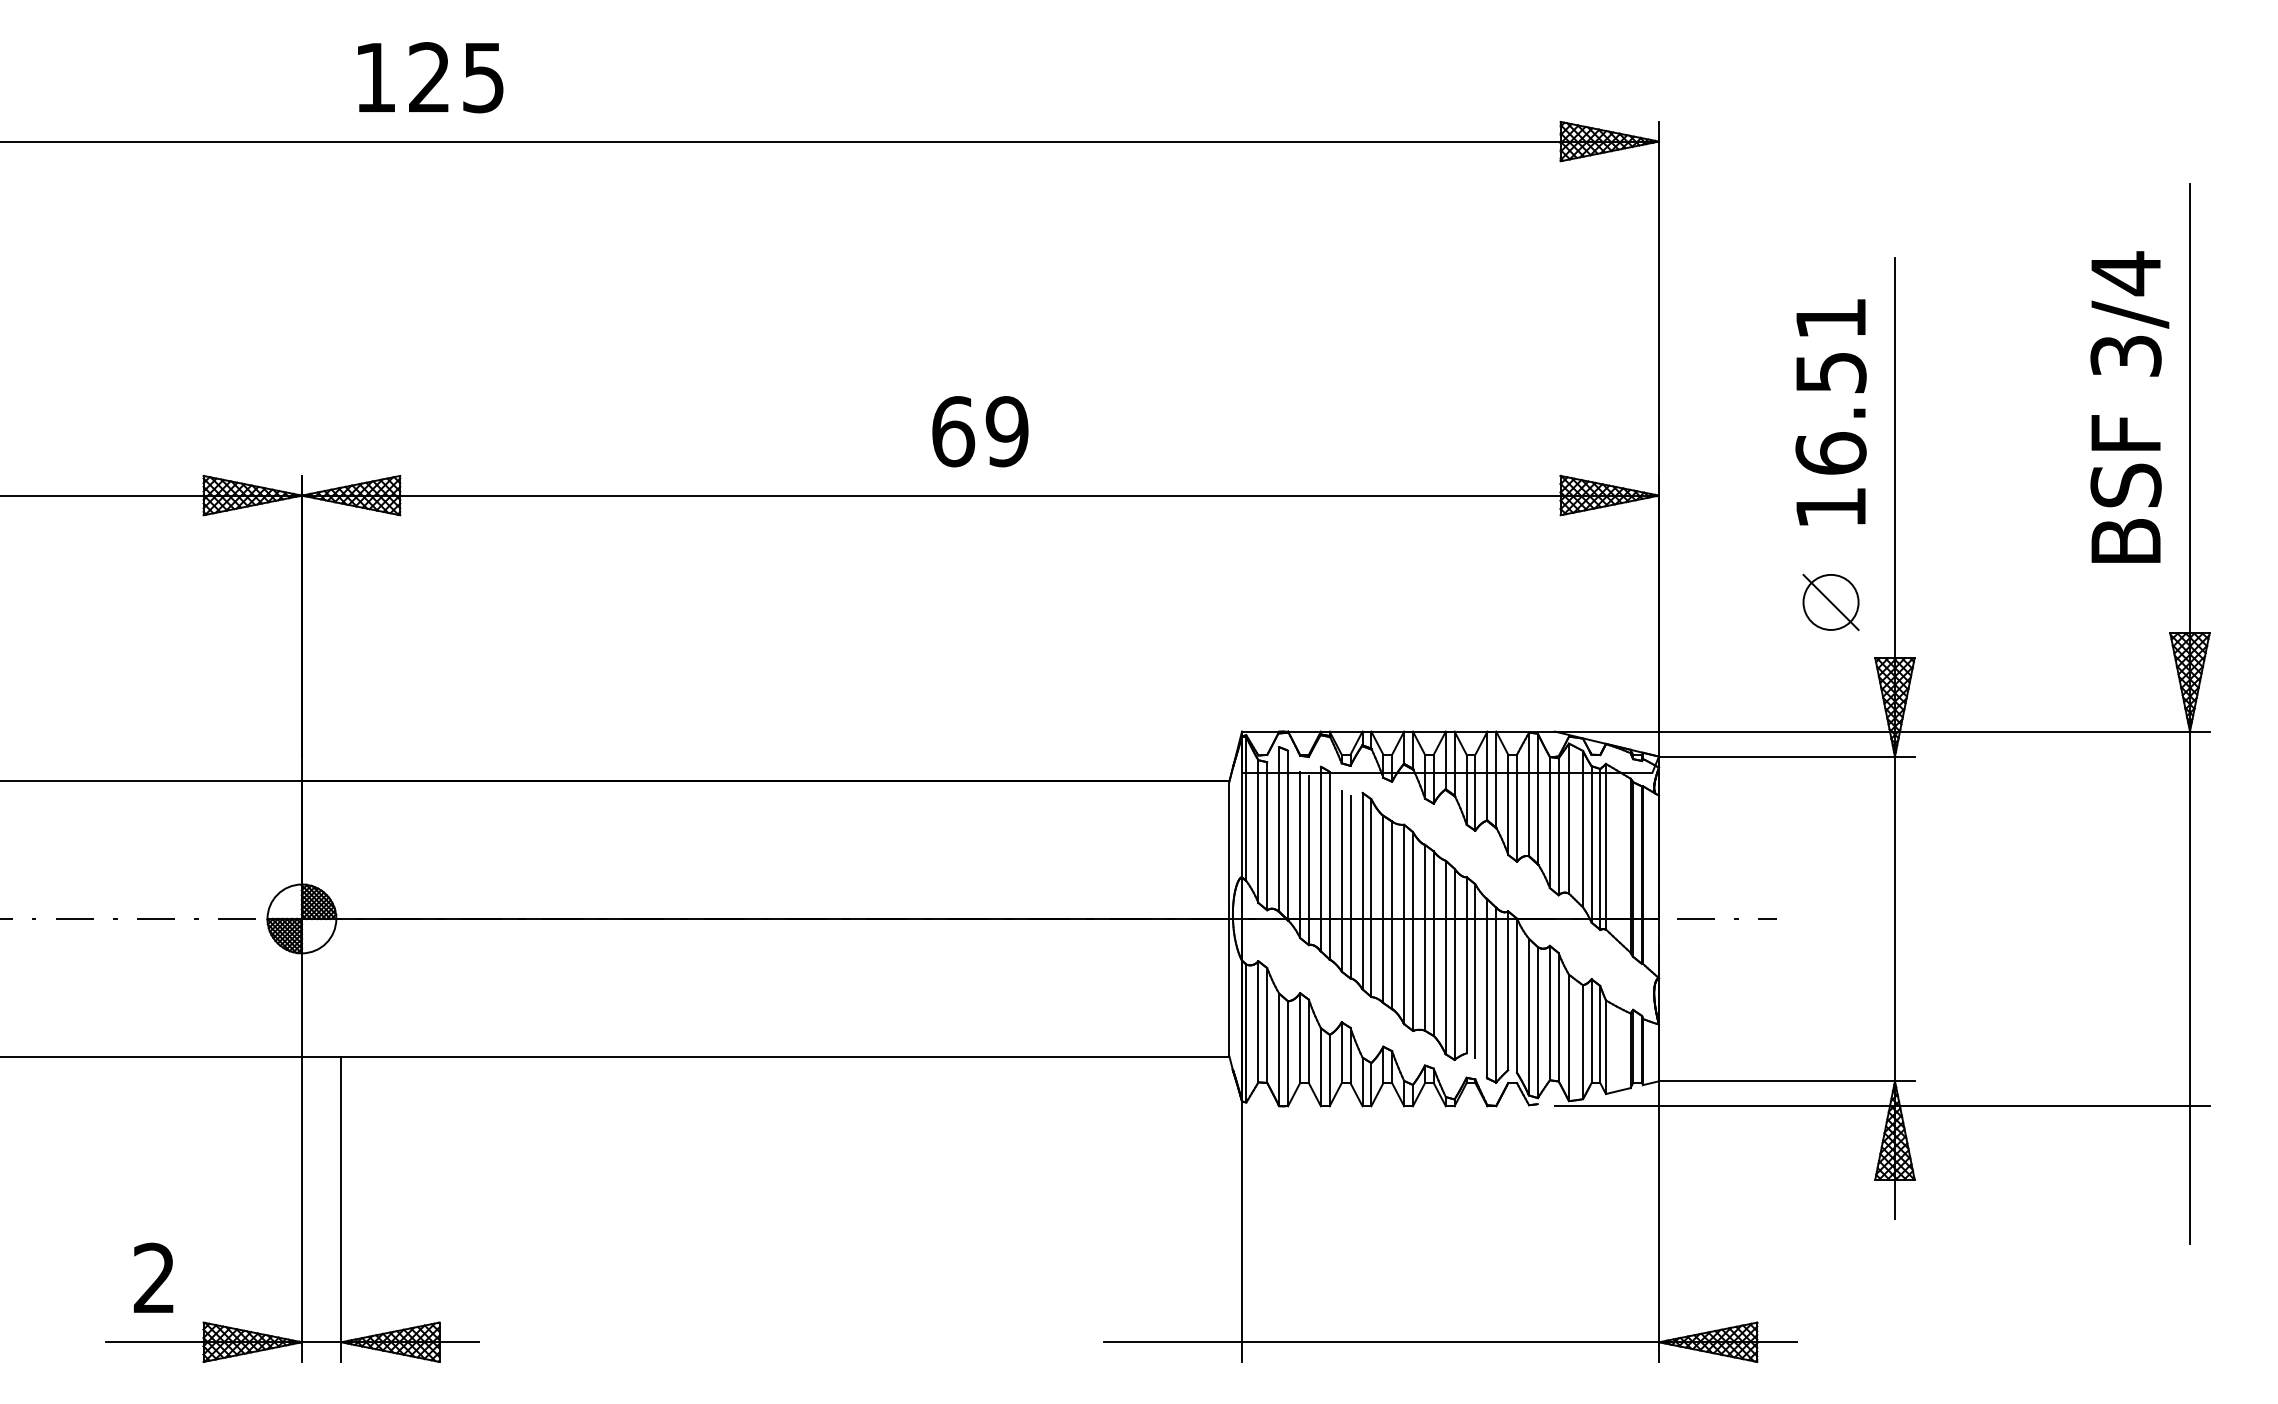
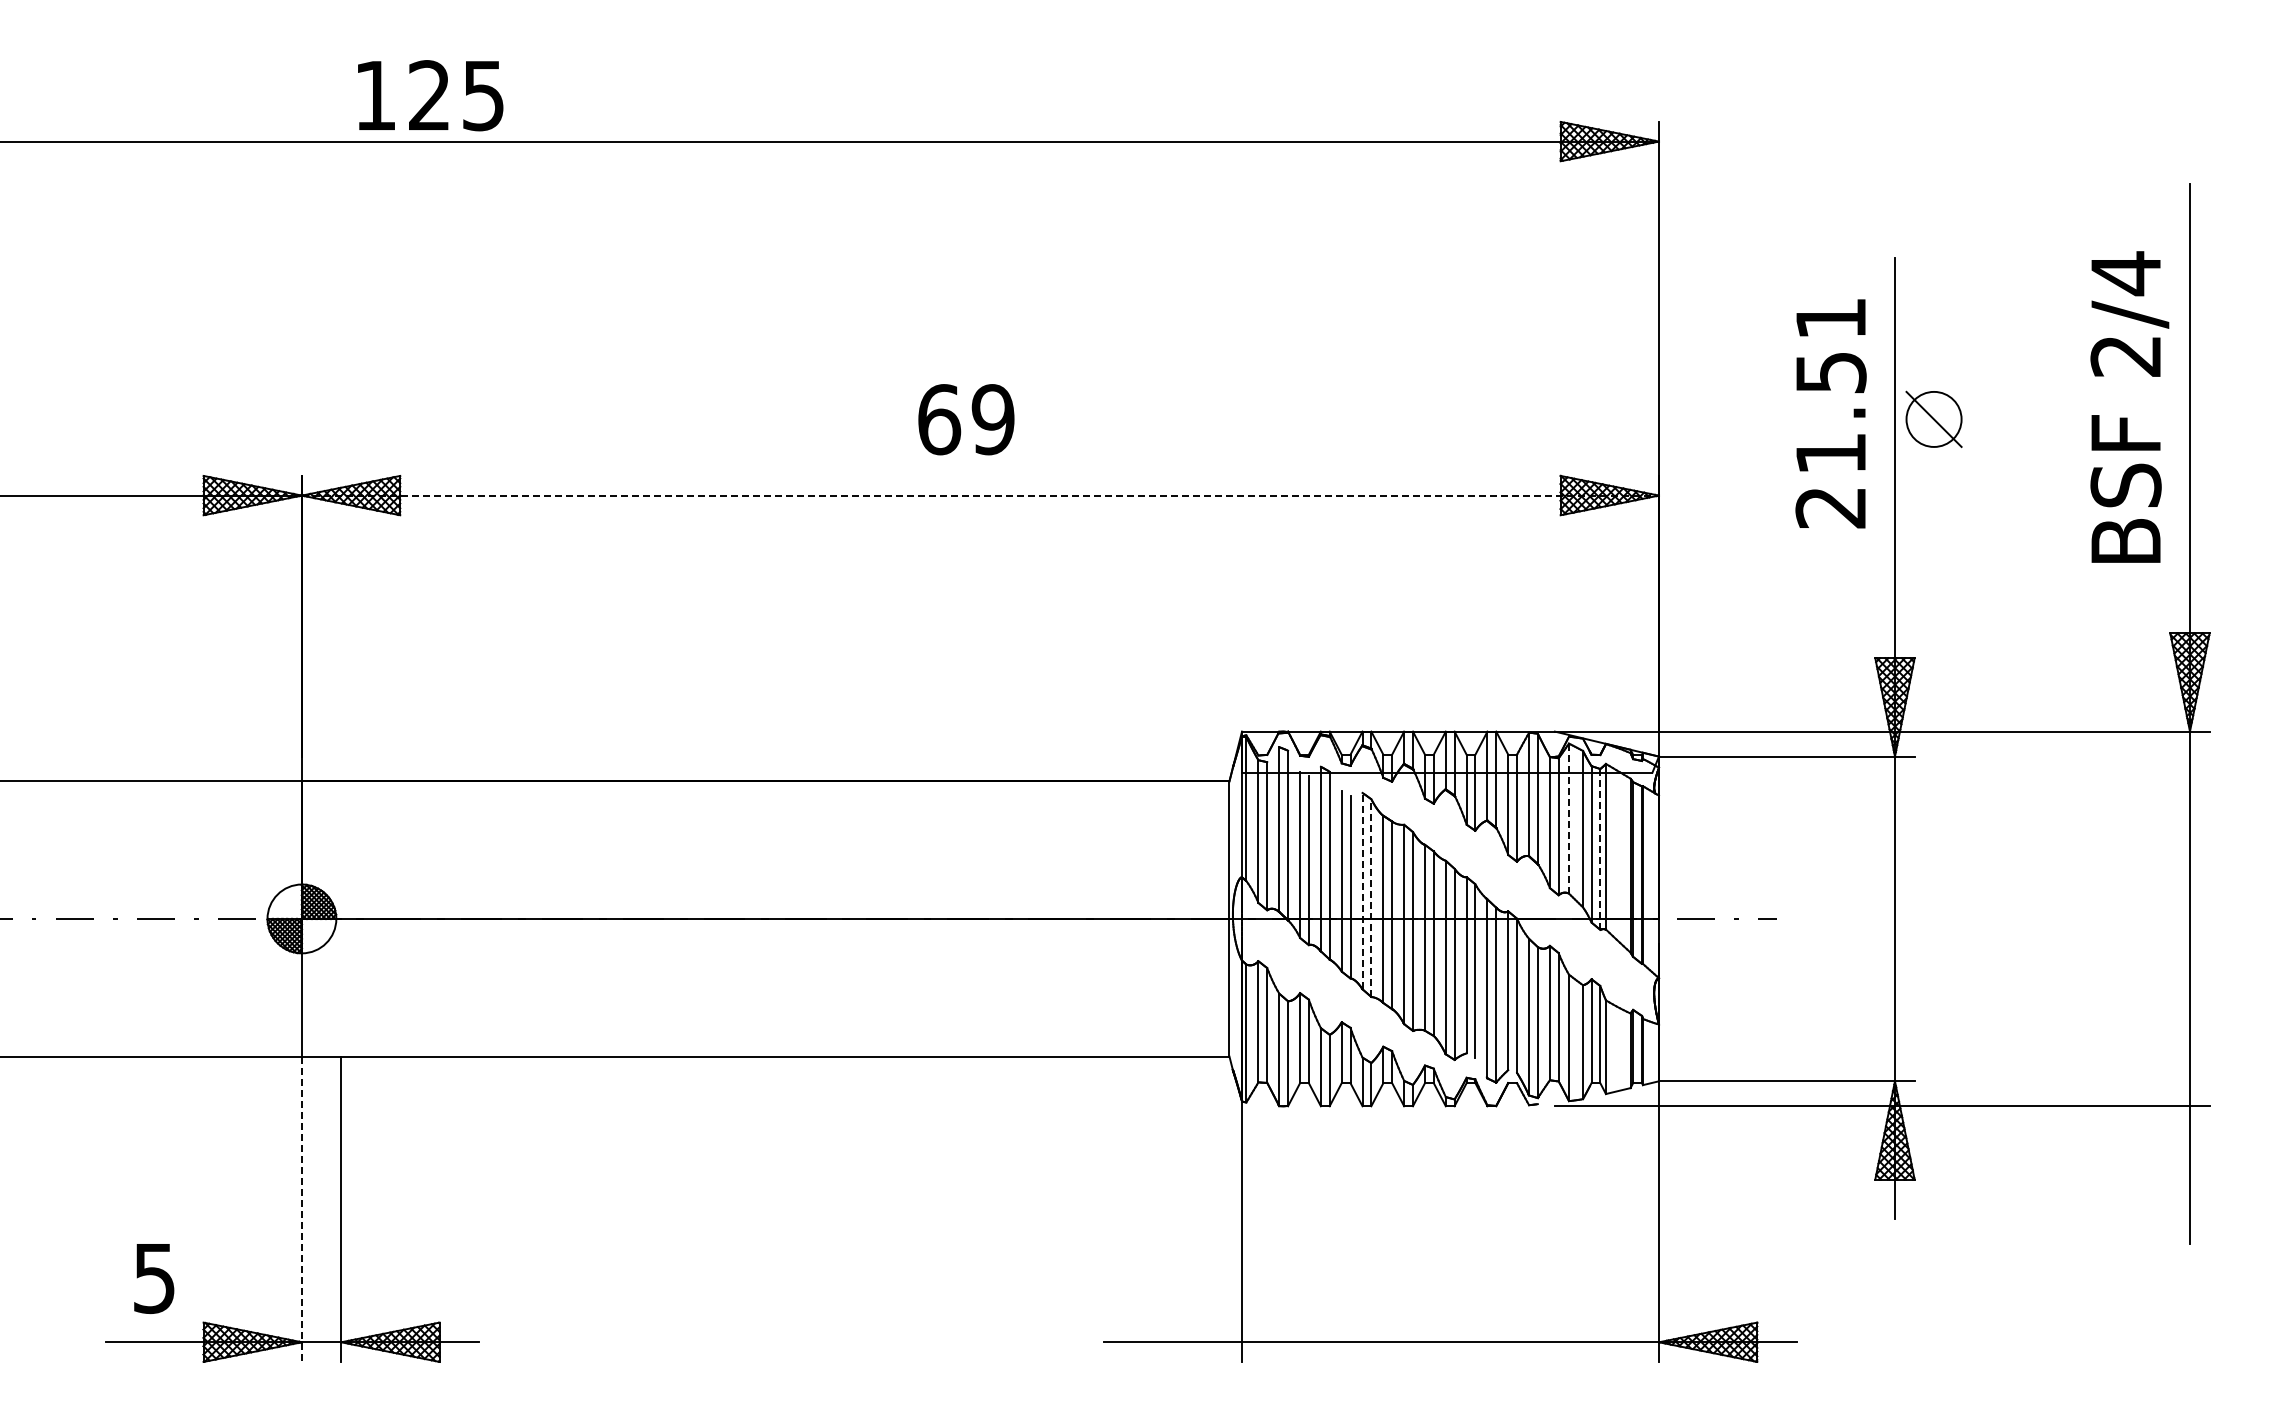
text at (430, 77) position: (430, 77) -> (430, 95)
text at (2125, 355): 3/4 -> 2/4
text at (980, 431) position: (980, 431) -> (966, 419)
text at (1830, 480): 16.51 -> 21.51
line at (980, 495): solid -> dashed
part at (1830, 601) position: (1830, 601) -> (1933, 418)
line at (1568, 818): solid -> dashed
line at (1600, 848): solid -> dashed
line at (1362, 890): solid -> dashed
line at (1371, 898): solid -> dashed
line at (301, 1209): solid -> dashed
text at (153, 1278): 2 -> 5
